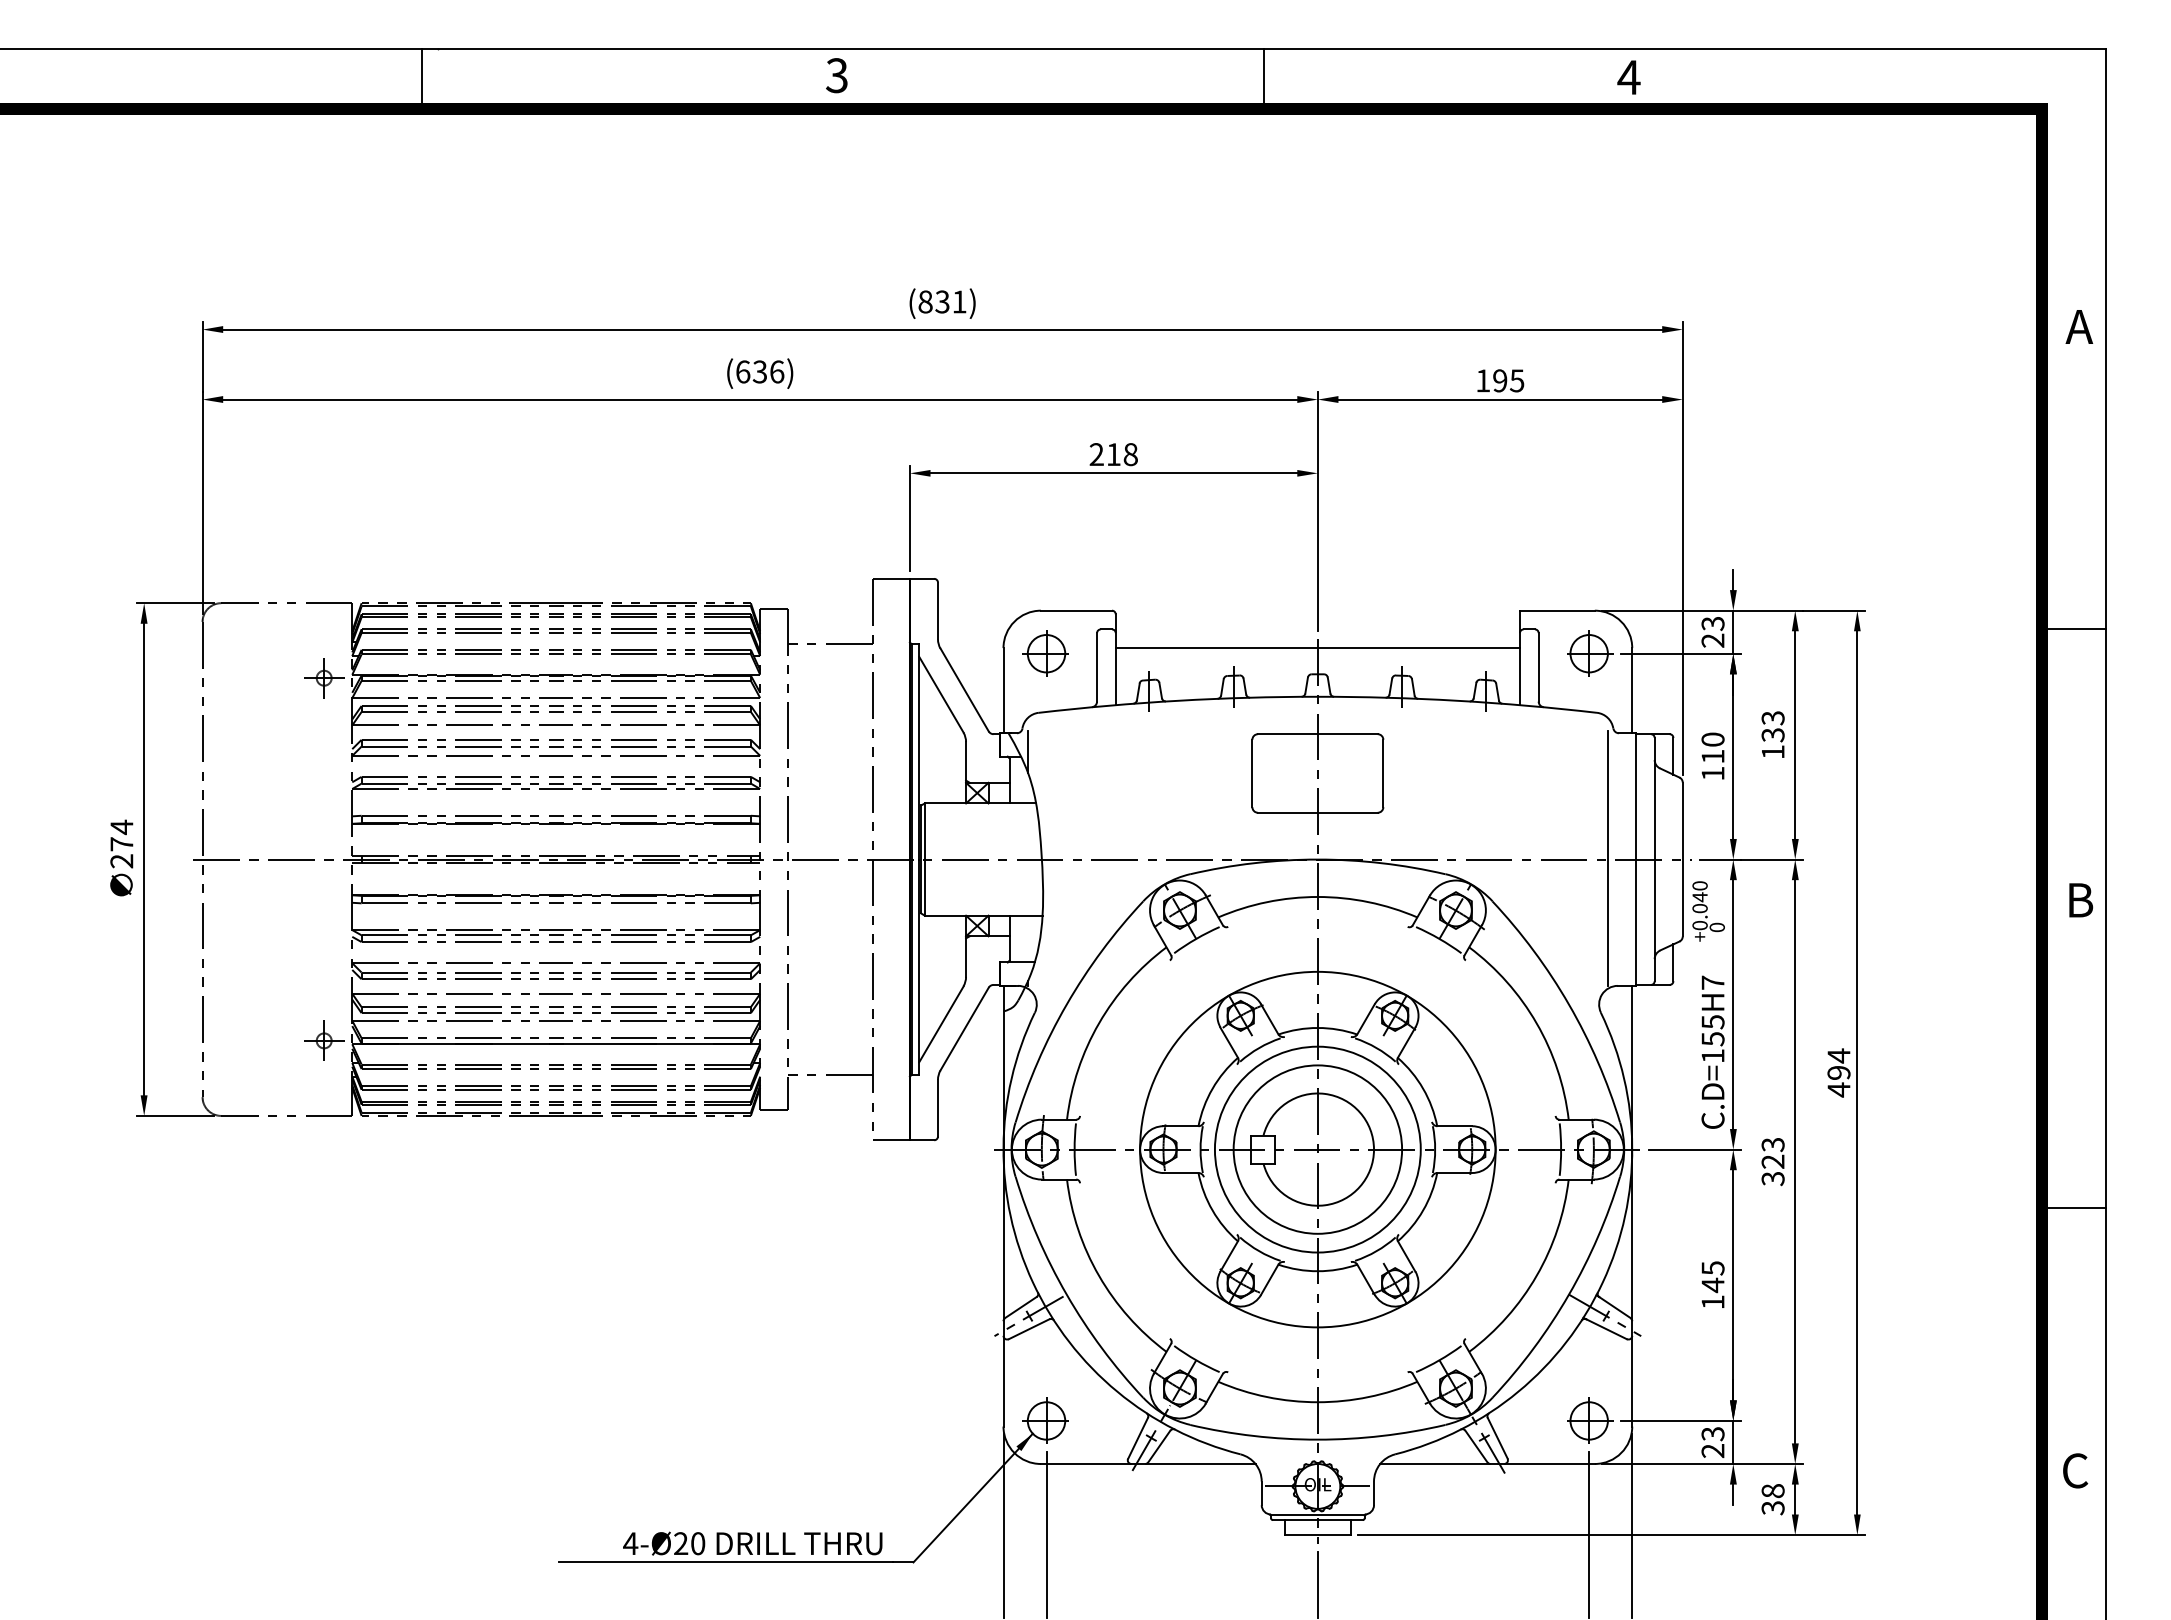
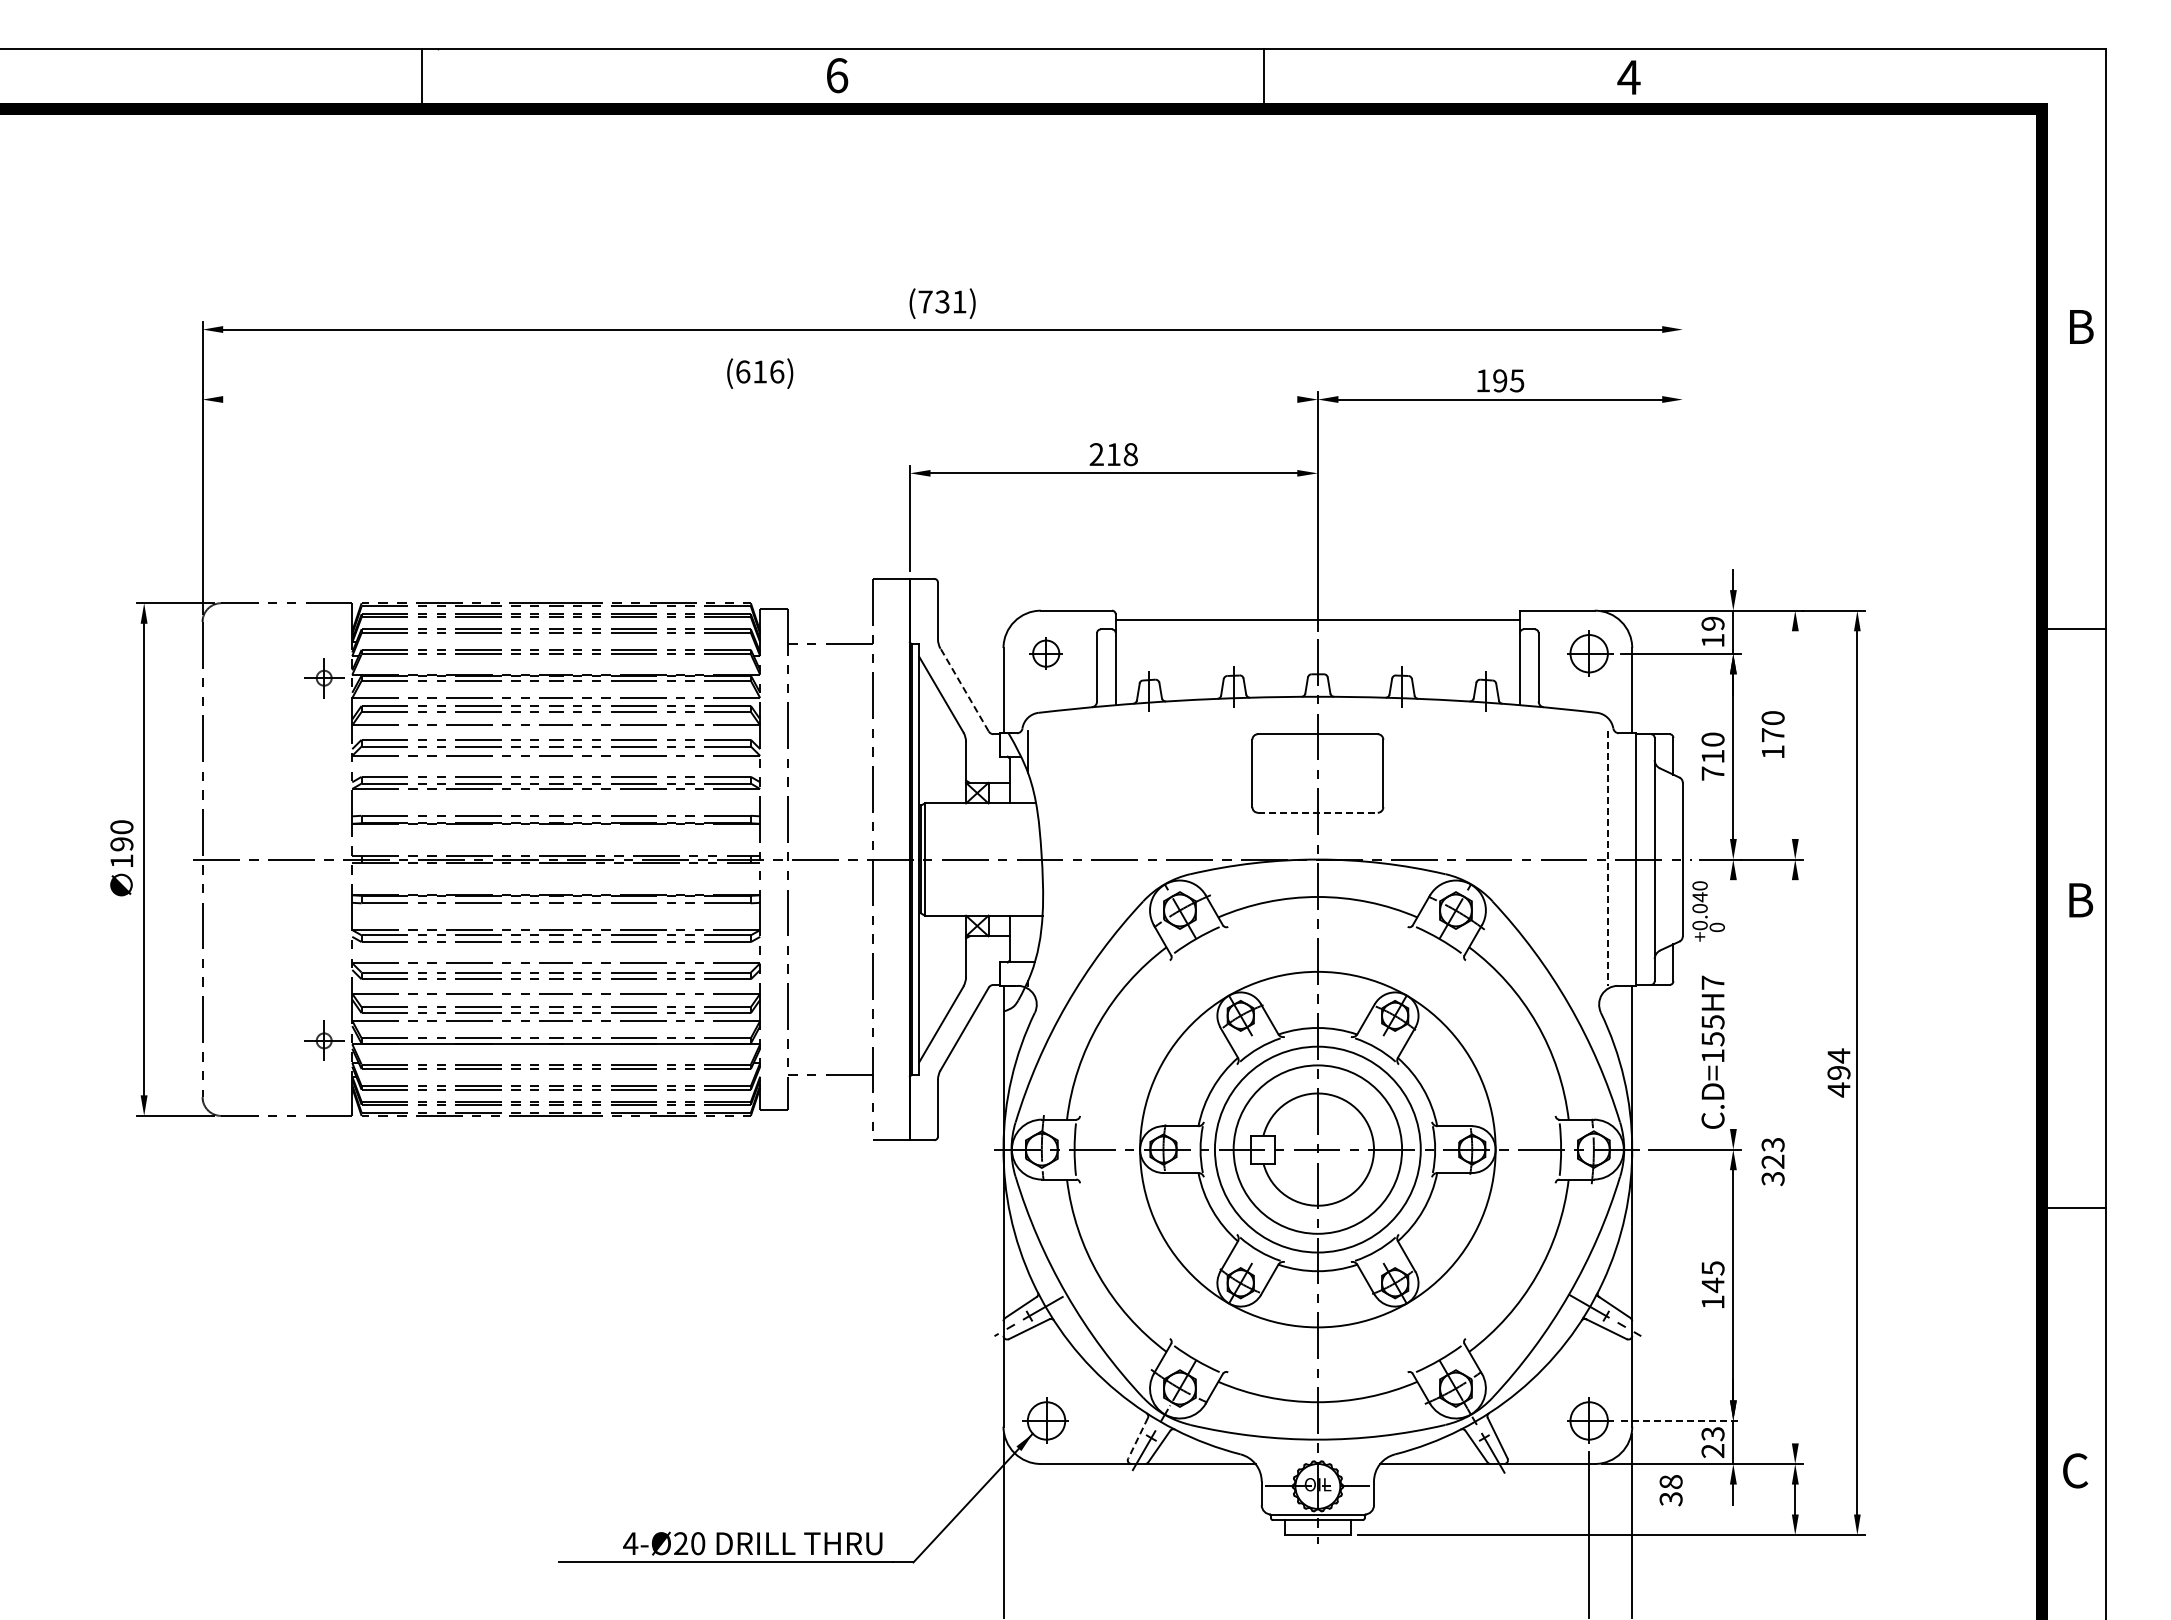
text at (837, 75): 3 -> 6
text at (925, 301): (831) -> (731)
text at (2079, 326): A -> B
text at (759, 371): (636) -> (616)
line at (760, 399): present -> none
line at (1682, 548): present -> none
text at (1712, 631): 23 -> 19
line at (1317, 648) position: (1317, 648) -> (1317, 620)
part at (1045, 653) size: 47x47 px -> 34x33 px
line at (964, 690): solid -> dashed
text at (1772, 726): 133 -> 170
line at (1795, 734): present -> none
text at (1712, 773): 110 -> 710
line at (1317, 812): solid -> dashed
text at (121, 843): 274 -> 190
line at (1607, 858): solid -> dashed
line at (1733, 1004): present -> none
line at (1795, 1161): present -> none
line at (1680, 1420): solid -> dashed
line at (1138, 1438): solid -> dashed
text at (1772, 1499) position: (1772, 1499) -> (1670, 1490)
line at (1046, 1534): present -> none
line at (1317, 1583): present -> none
